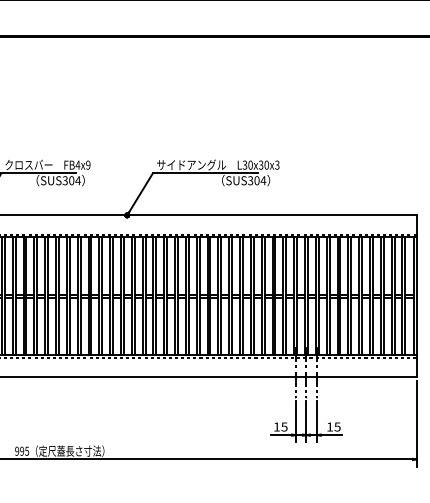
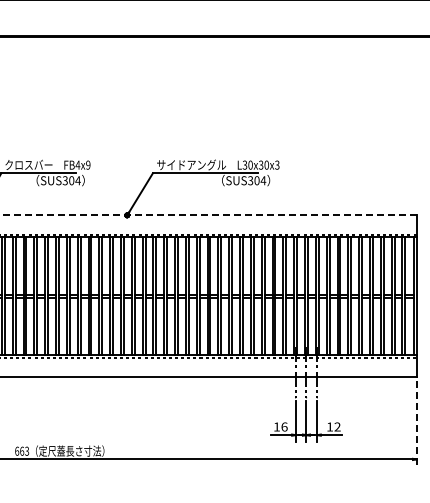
line at (207, 215): solid -> dashed
line at (416, 423): solid -> dashed
text at (284, 426): 15 -> 16
text at (337, 426): 15 -> 12
text at (22, 450): 995 -> 663
